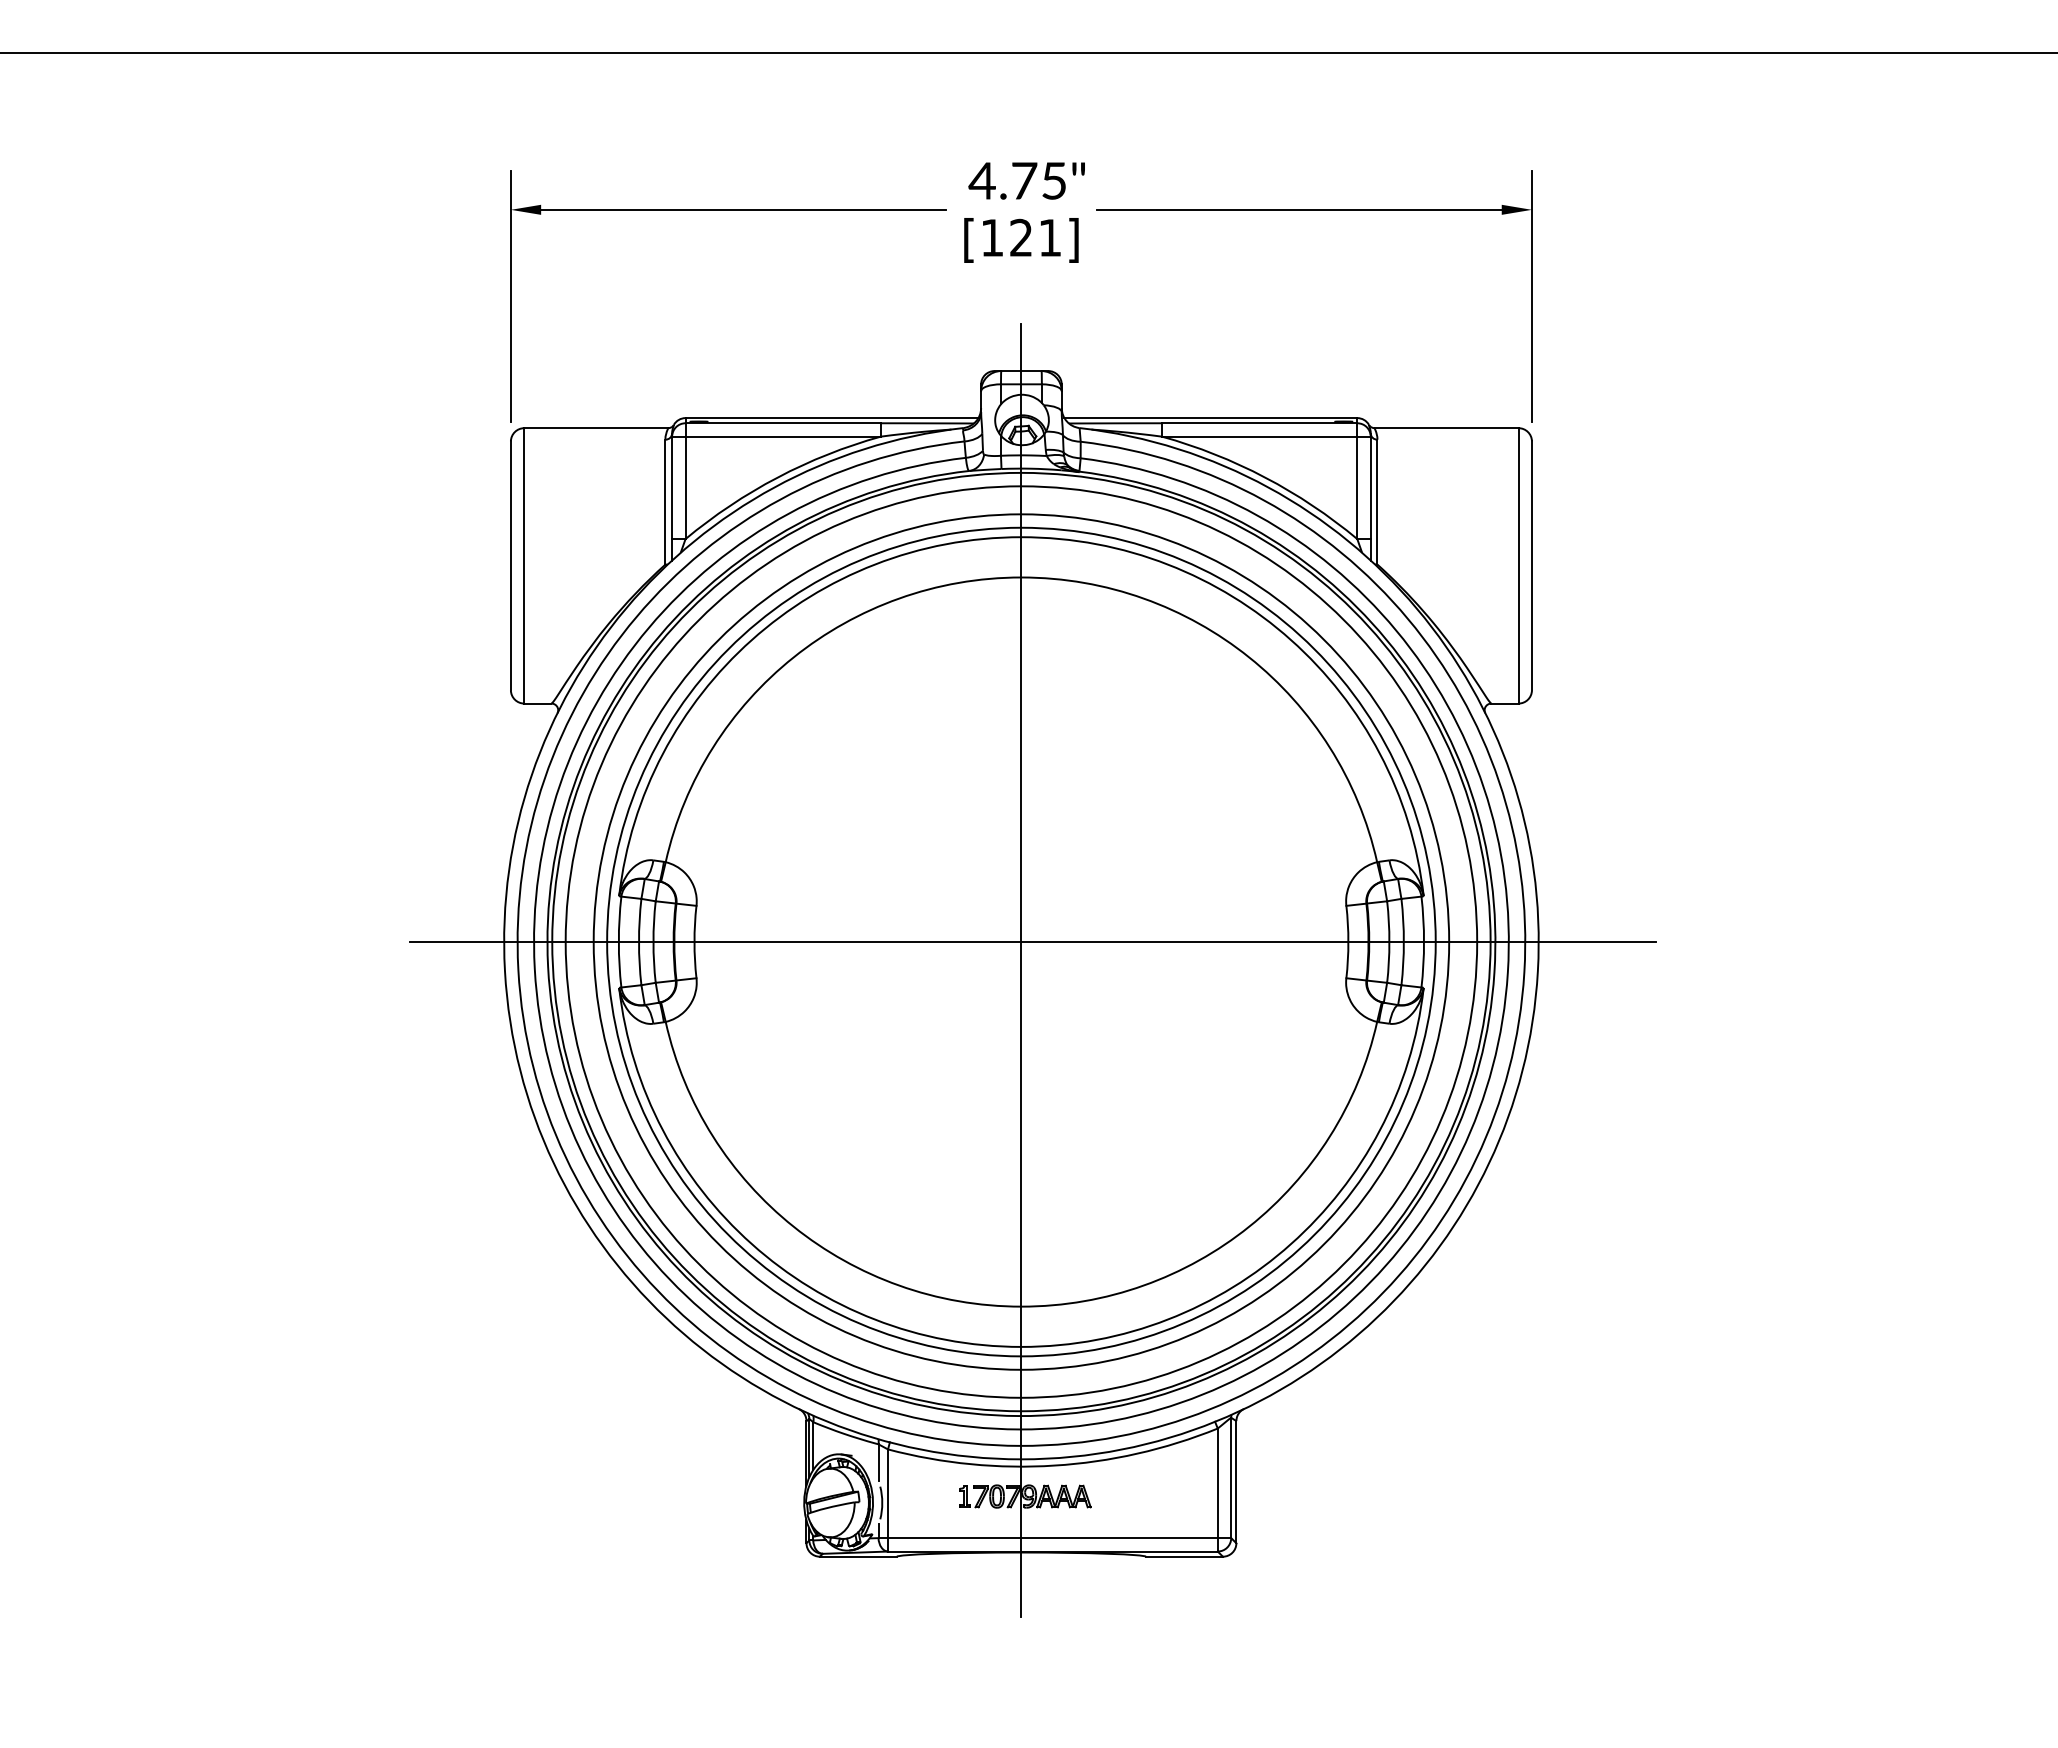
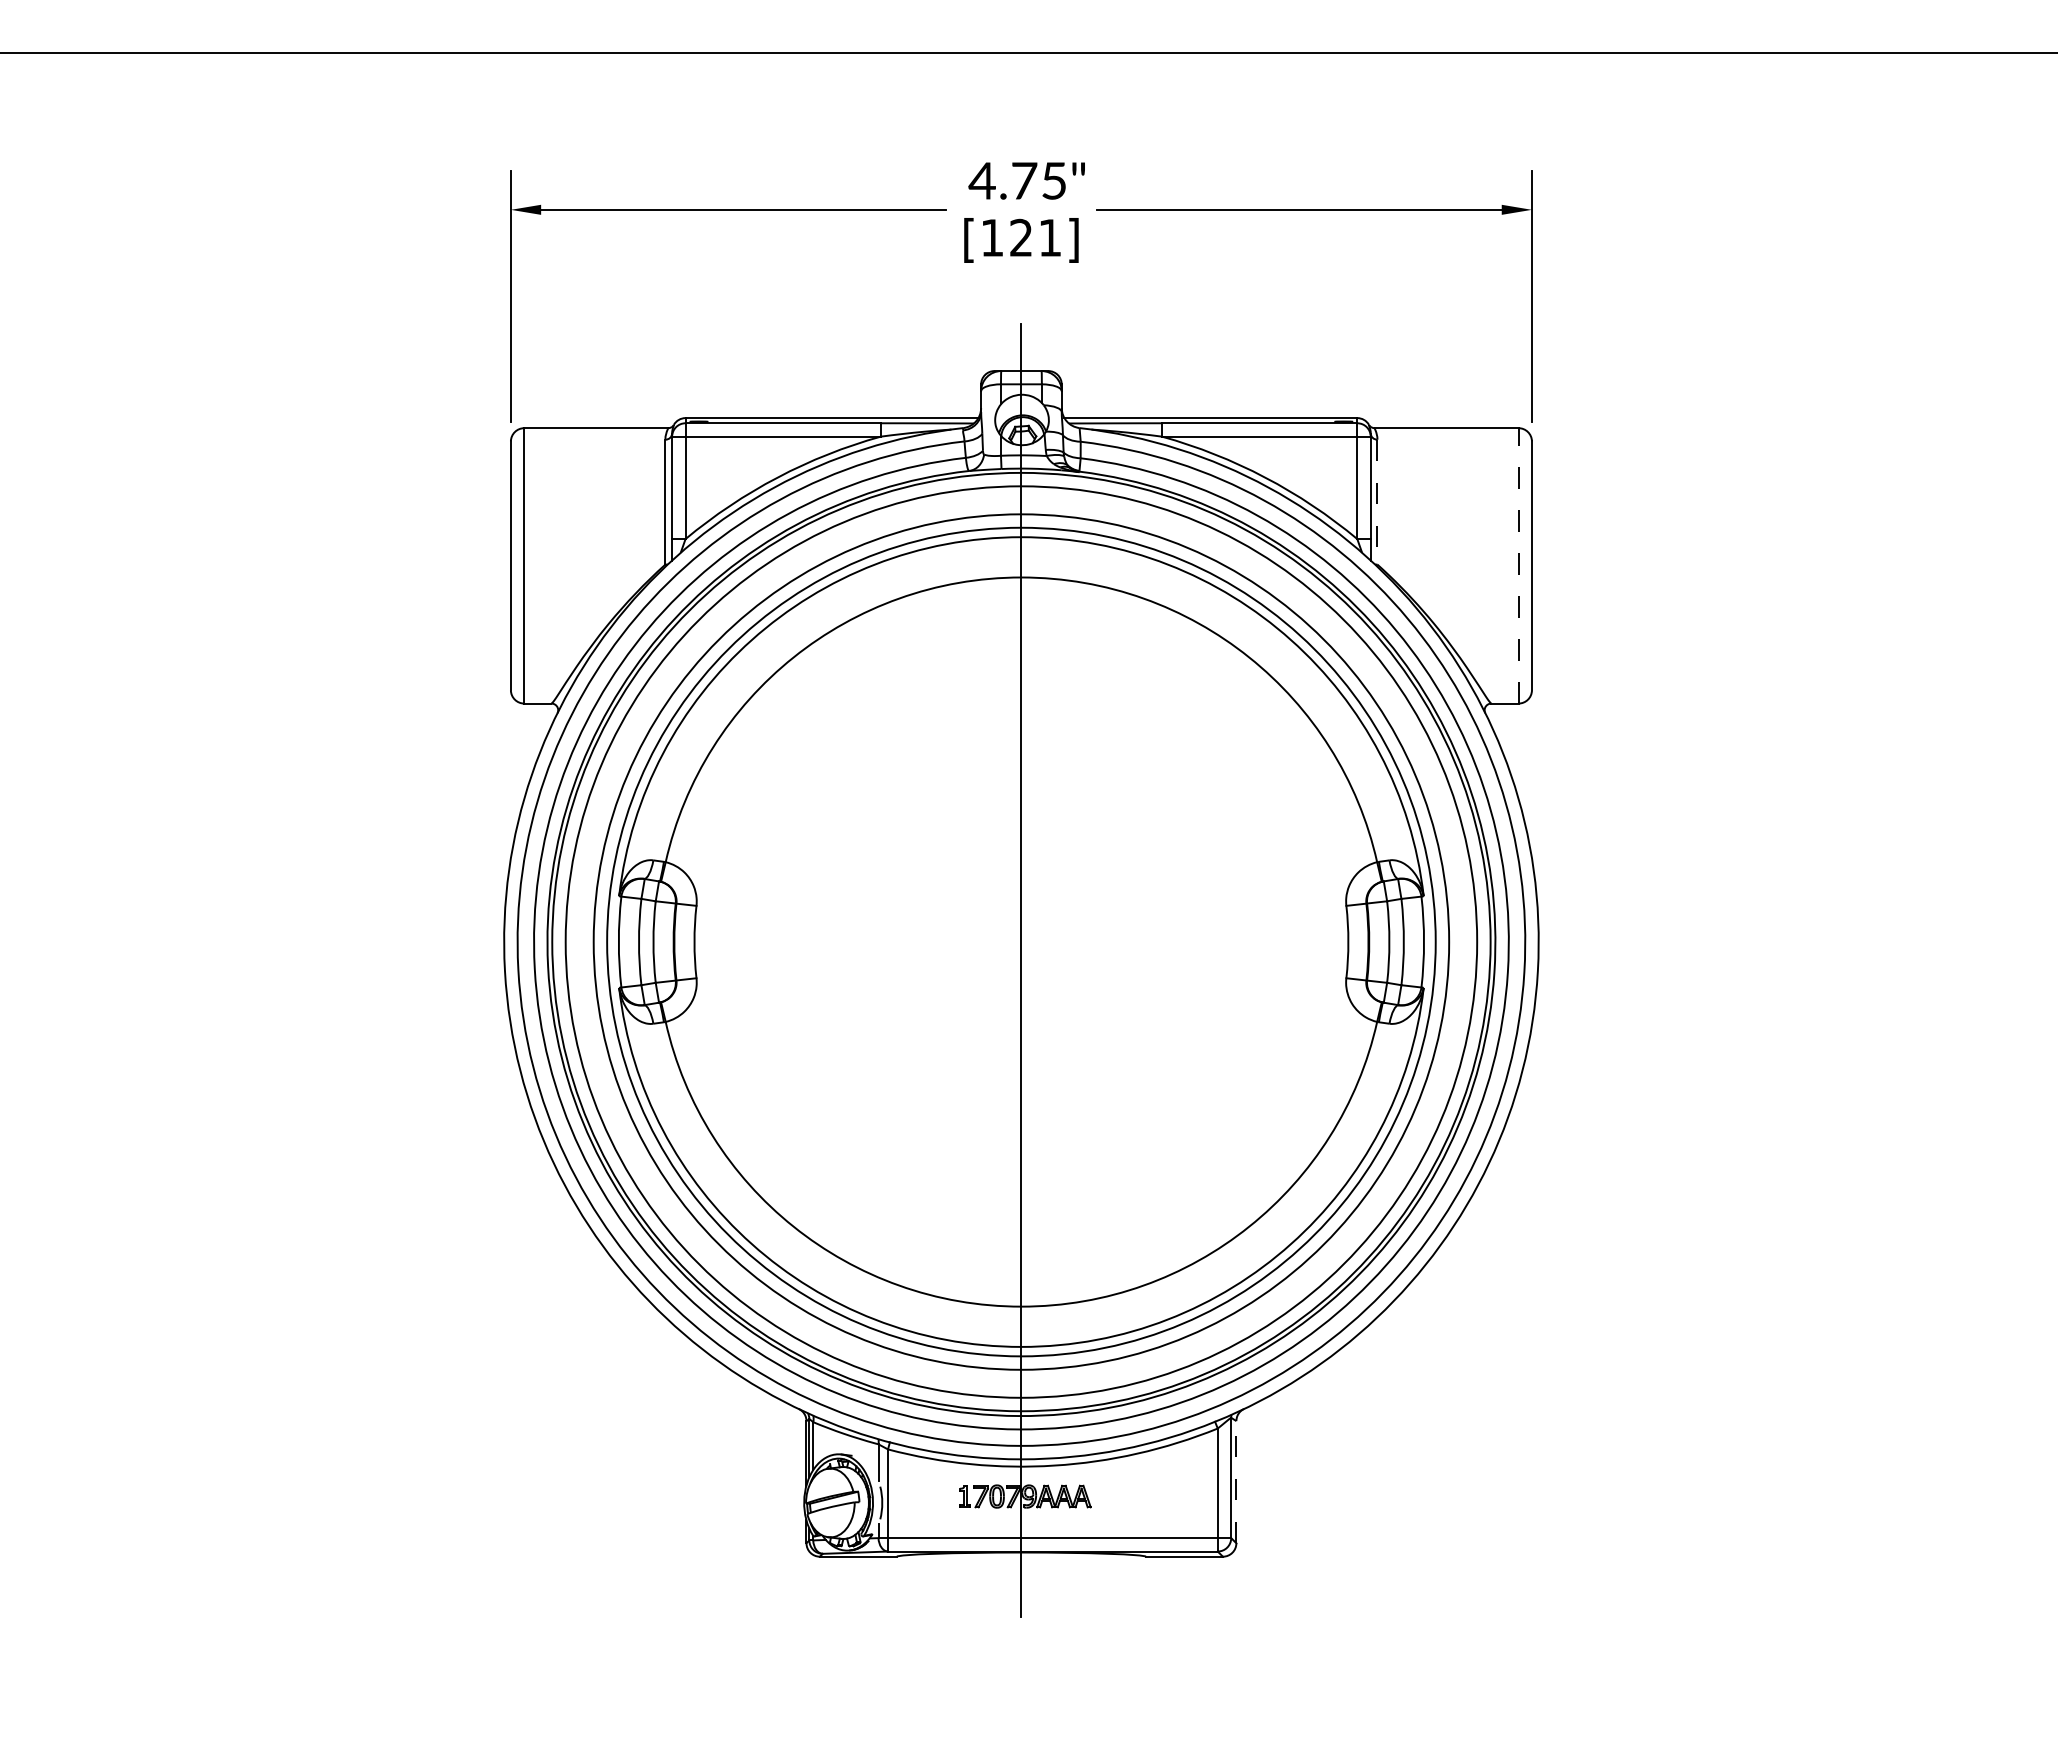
line at (1377, 502): solid -> dashed
line at (1518, 565): solid -> dashed
line at (1032, 942): present -> none
line at (1236, 1481): solid -> dashed
